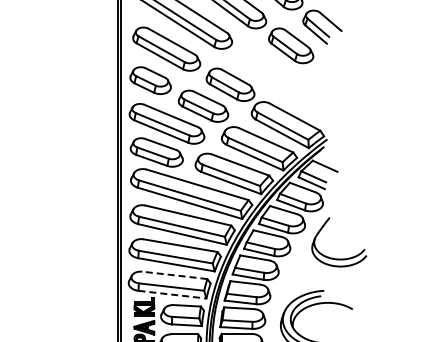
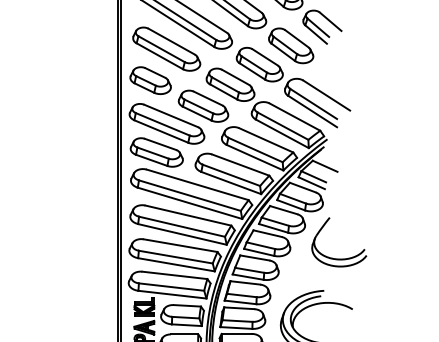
part at (293, 87): none -> present
line at (174, 275): dashed -> solid
line at (172, 294): dashed -> solid
